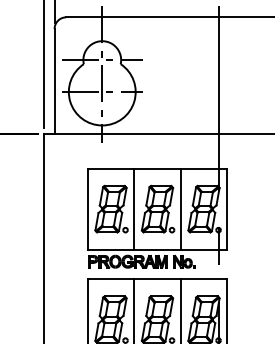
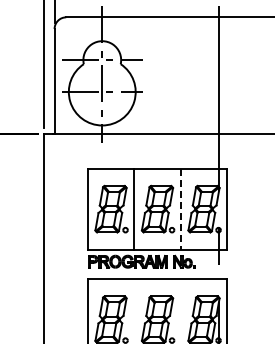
line at (180, 209): solid -> dashed
line at (134, 309): present -> none
line at (180, 309): present -> none
